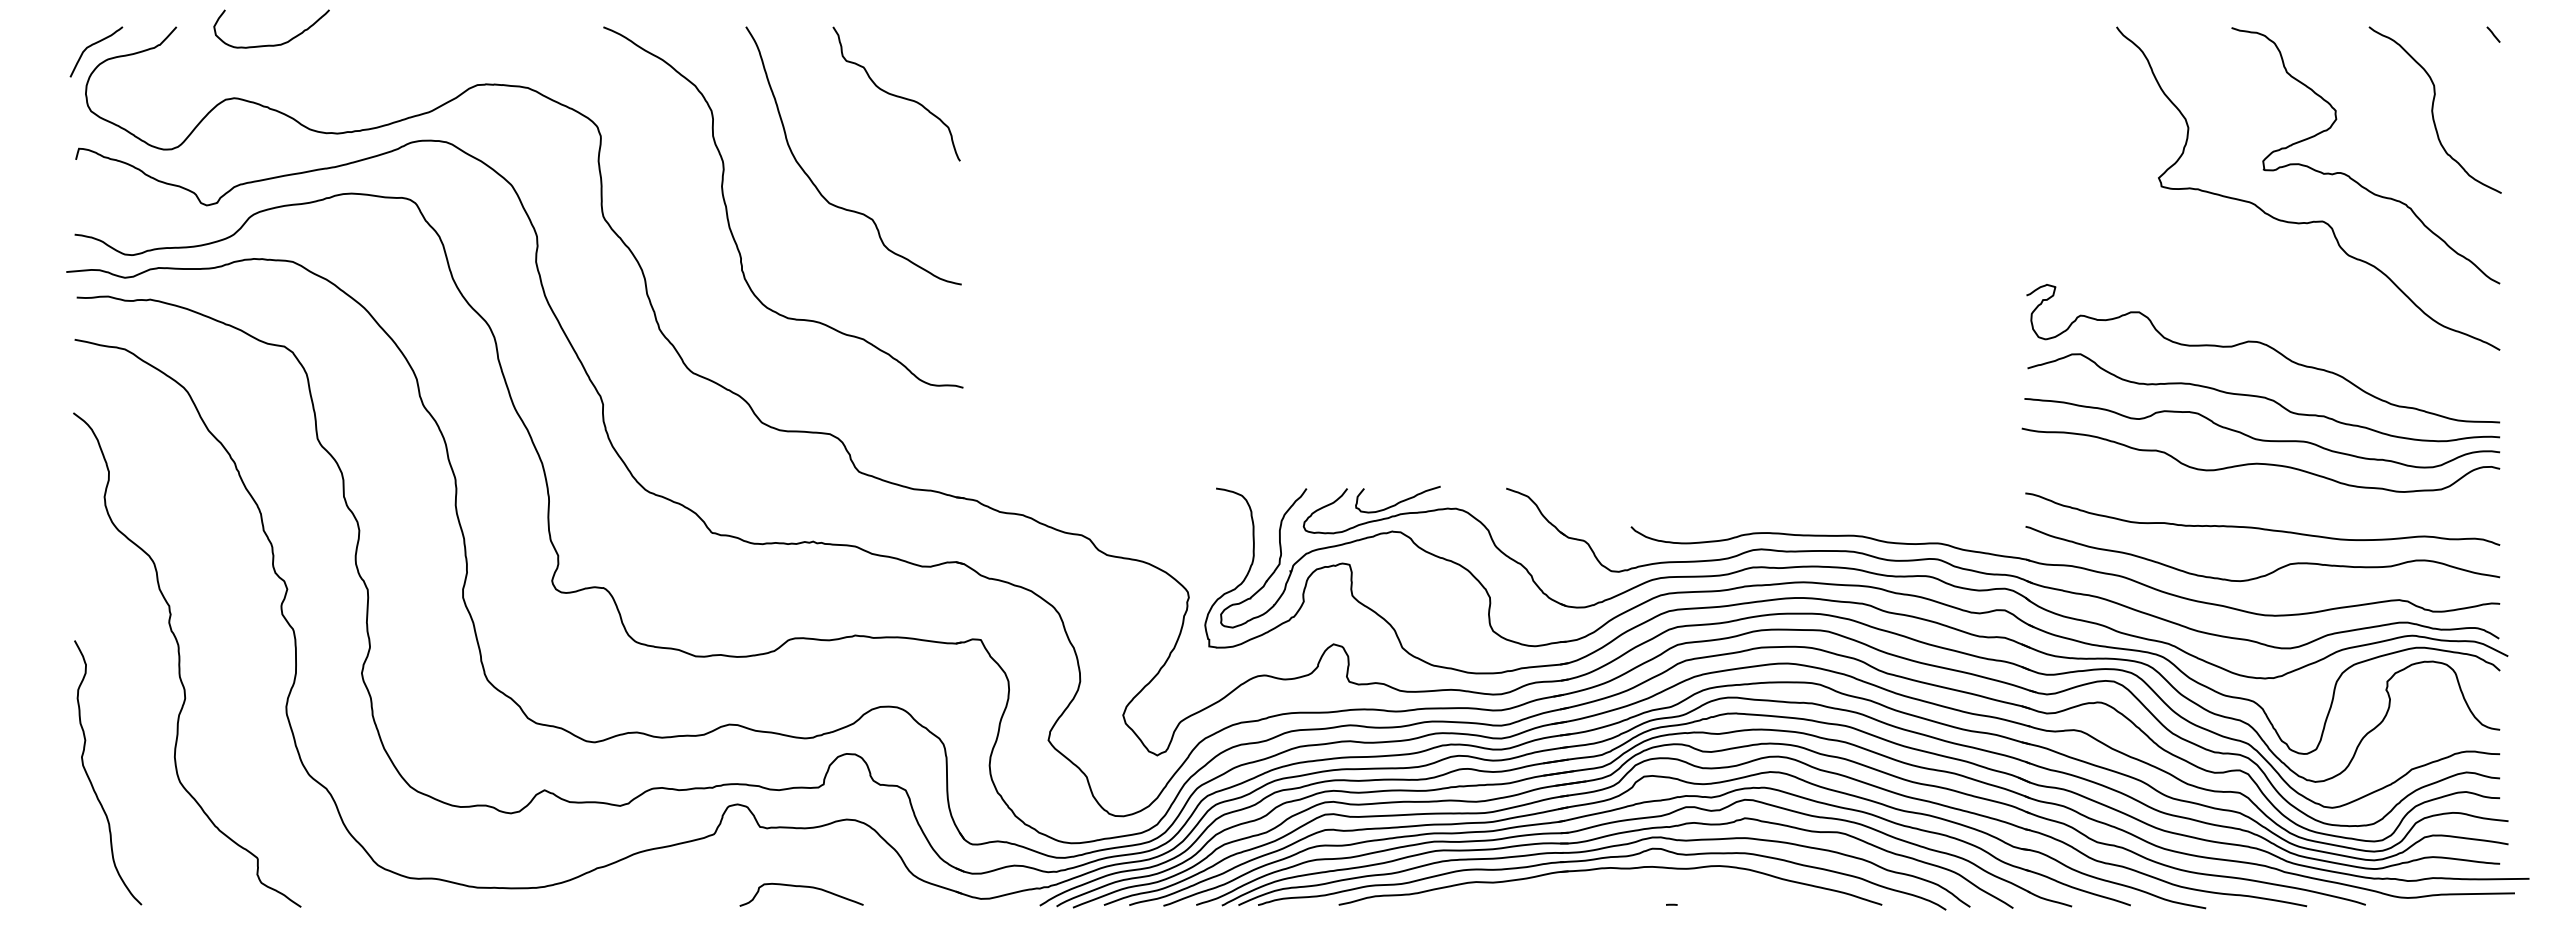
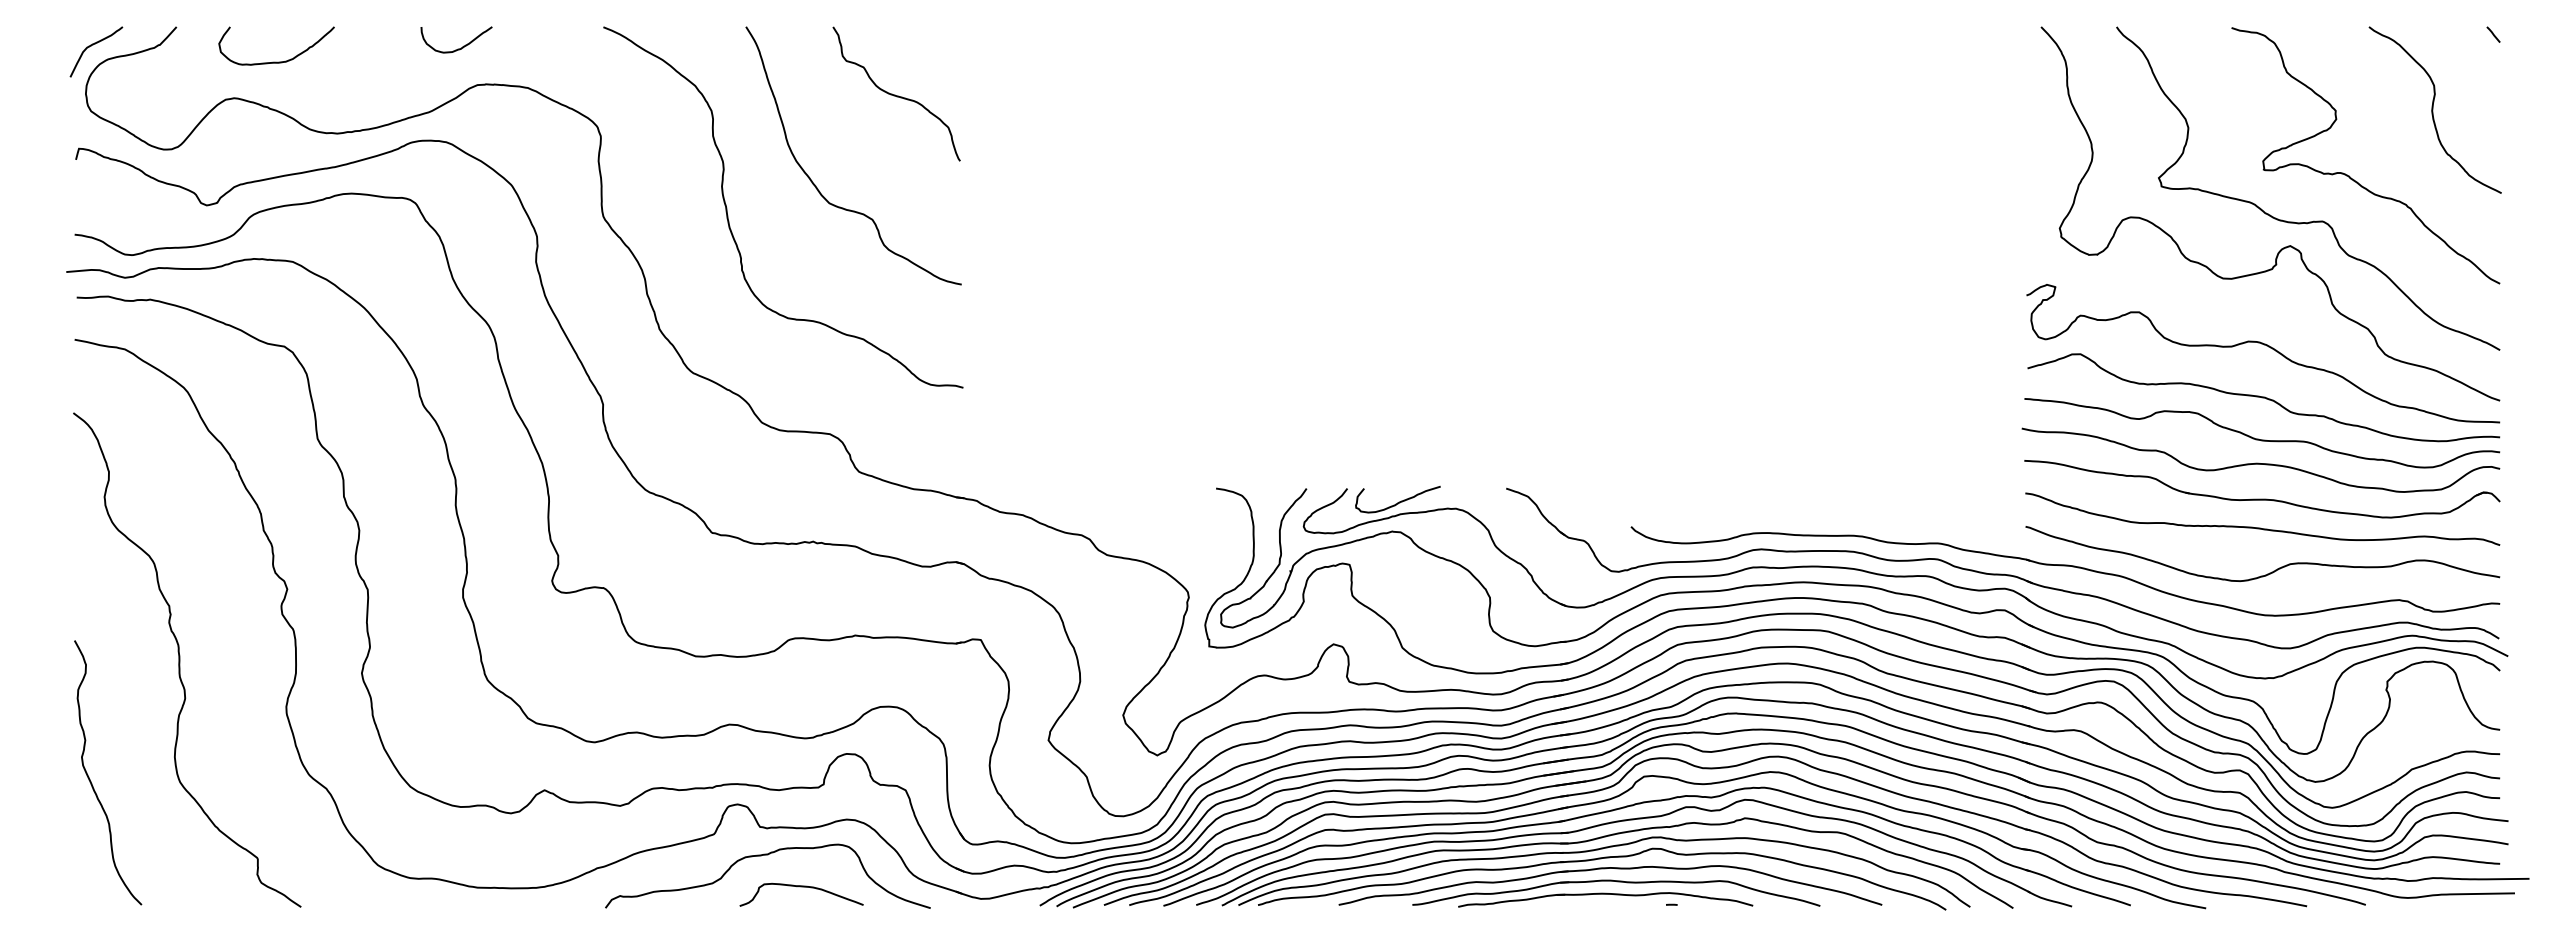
curve at (271, 44) position: (271, 44) -> (276, 61)
curve at (457, 48): none -> present
curve at (2285, 246): none -> present
part at (2262, 498): none -> present
curve at (761, 856): none -> present
part at (1616, 893): none -> present
